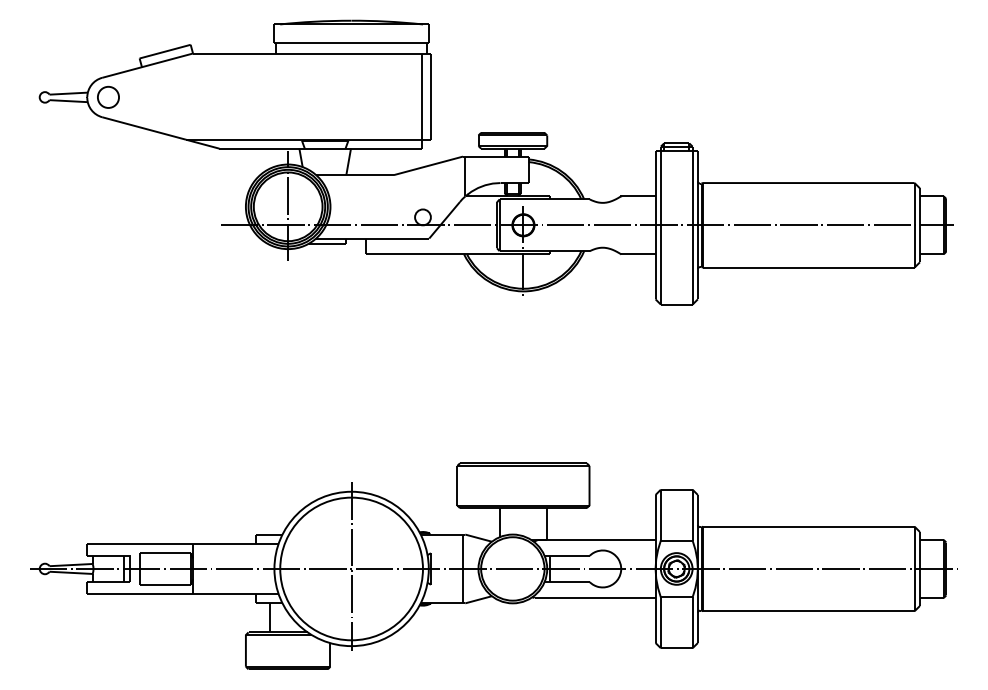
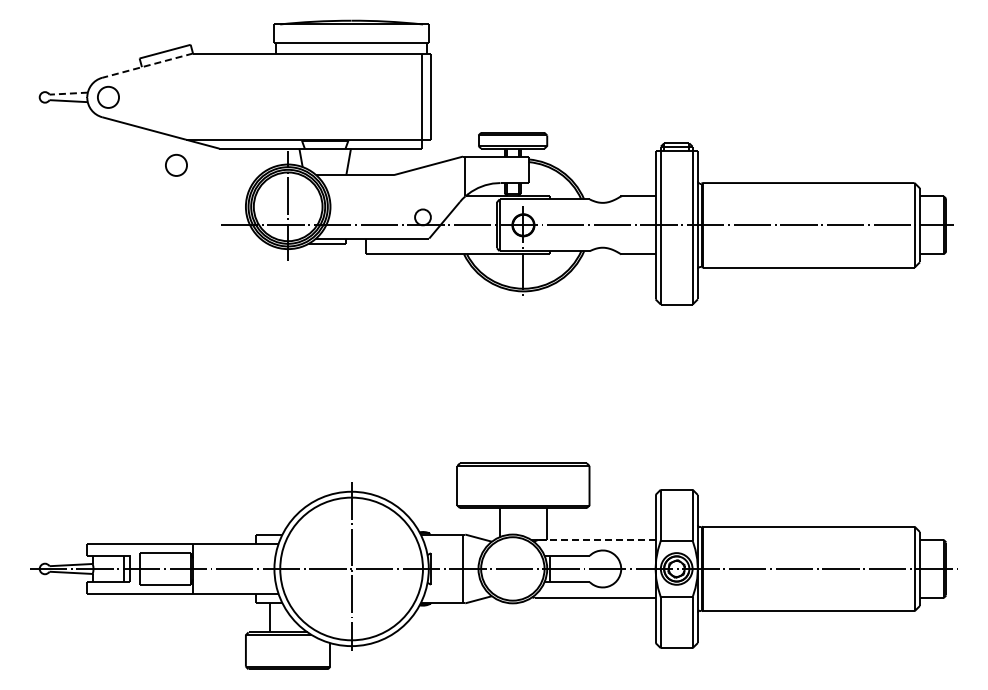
line at (147, 65): solid -> dashed
line at (68, 93): solid -> dashed
part at (176, 164): none -> present
line at (596, 539): solid -> dashed
